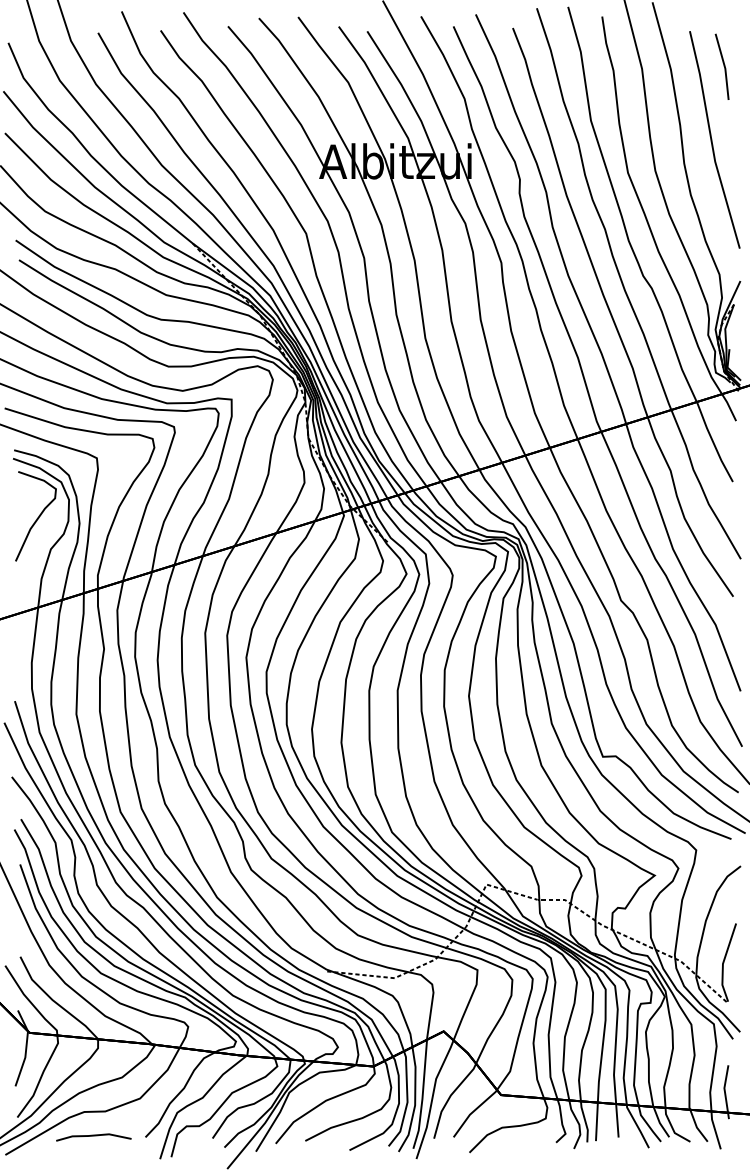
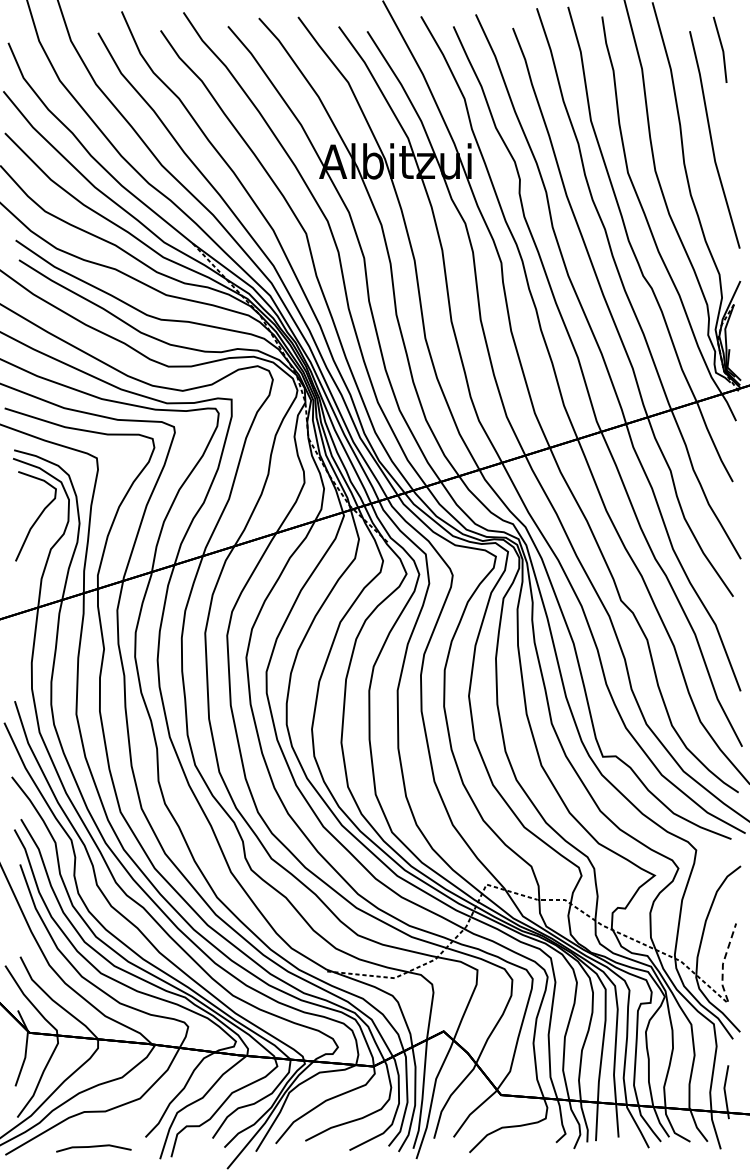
line at (723, 66) position: (723, 66) -> (721, 49)
line at (723, 963): solid -> dashed
line at (93, 1136) position: (93, 1136) -> (93, 1147)
